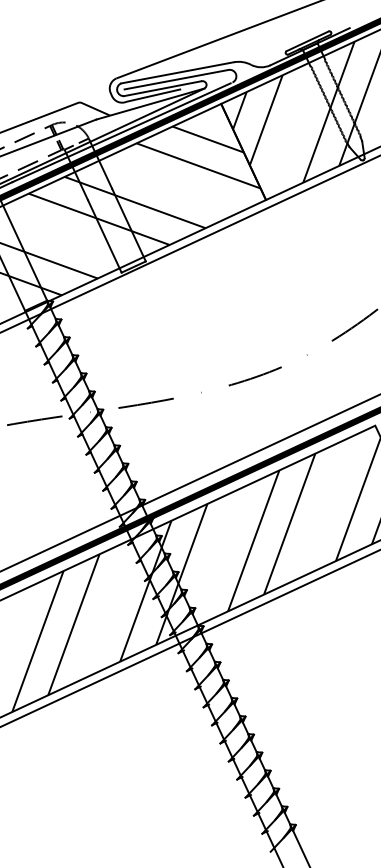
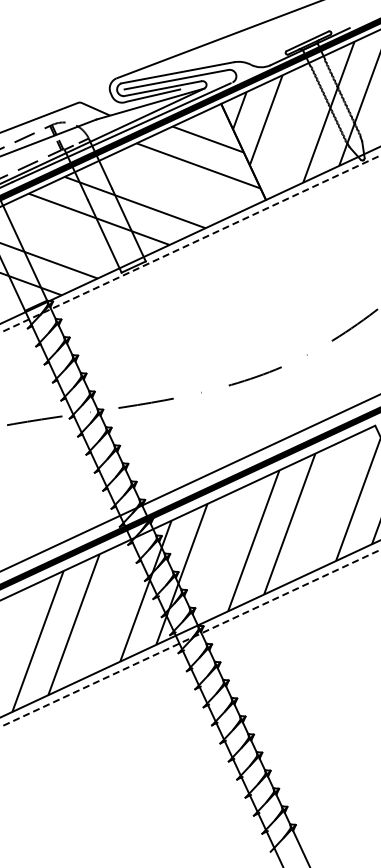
line at (190, 244): solid -> dashed
line at (190, 638): solid -> dashed
